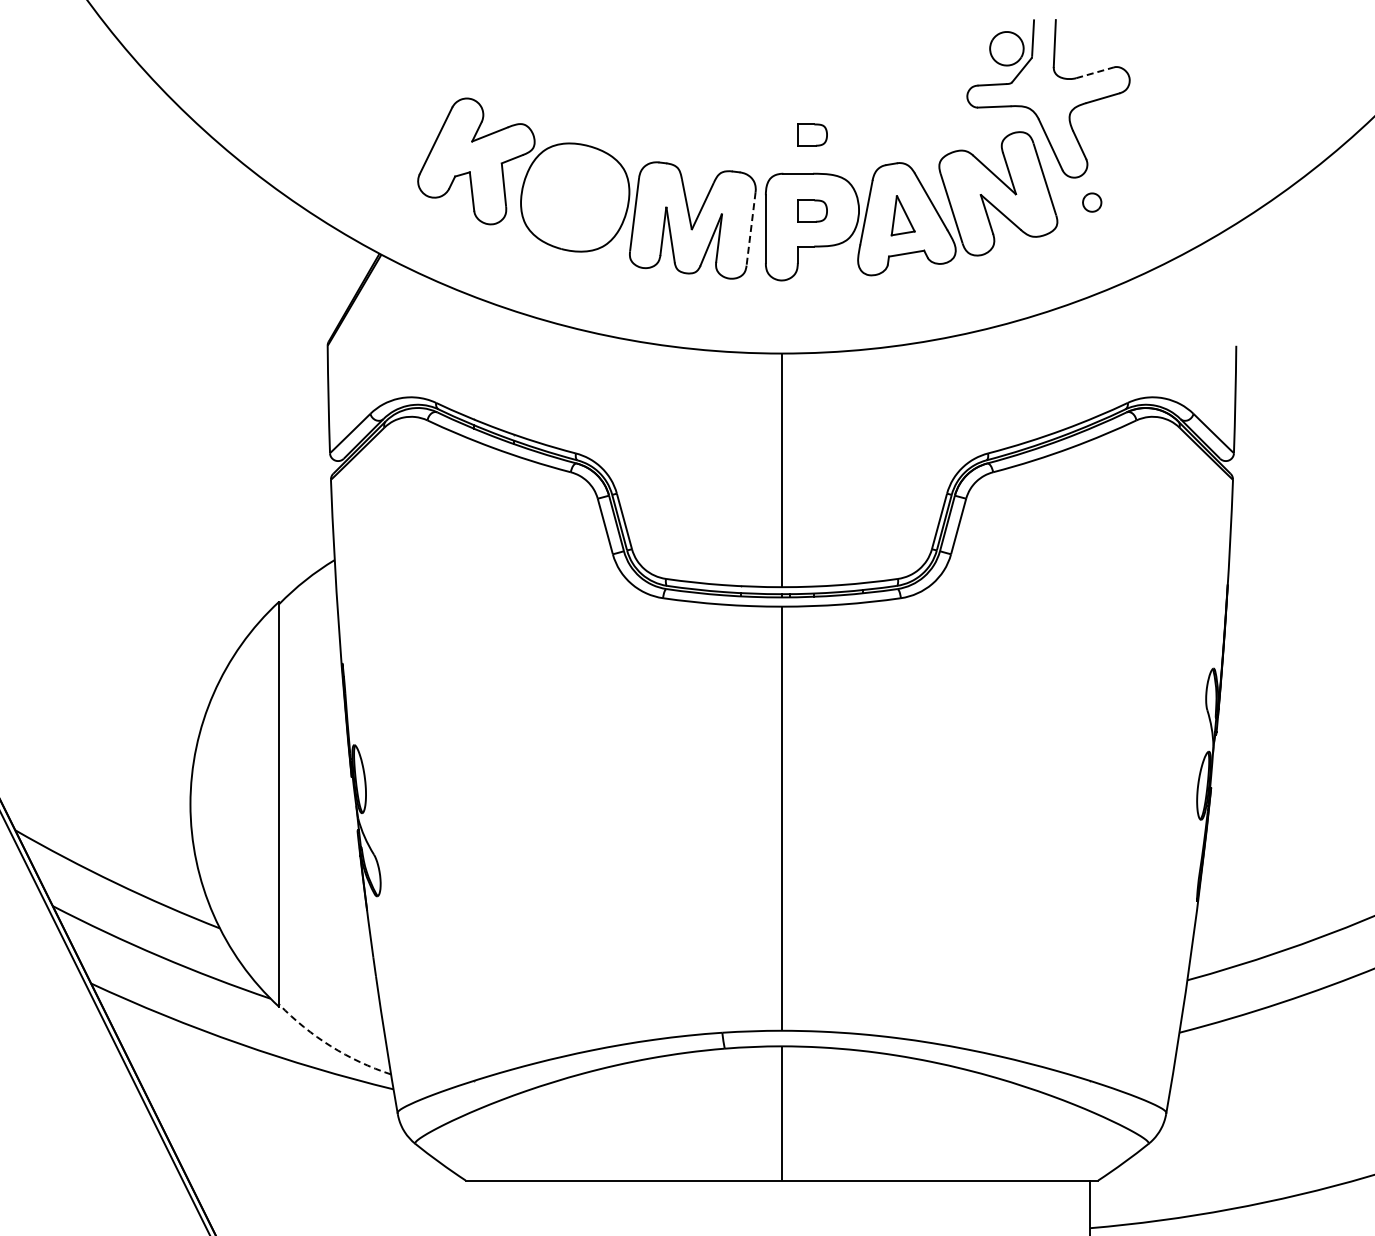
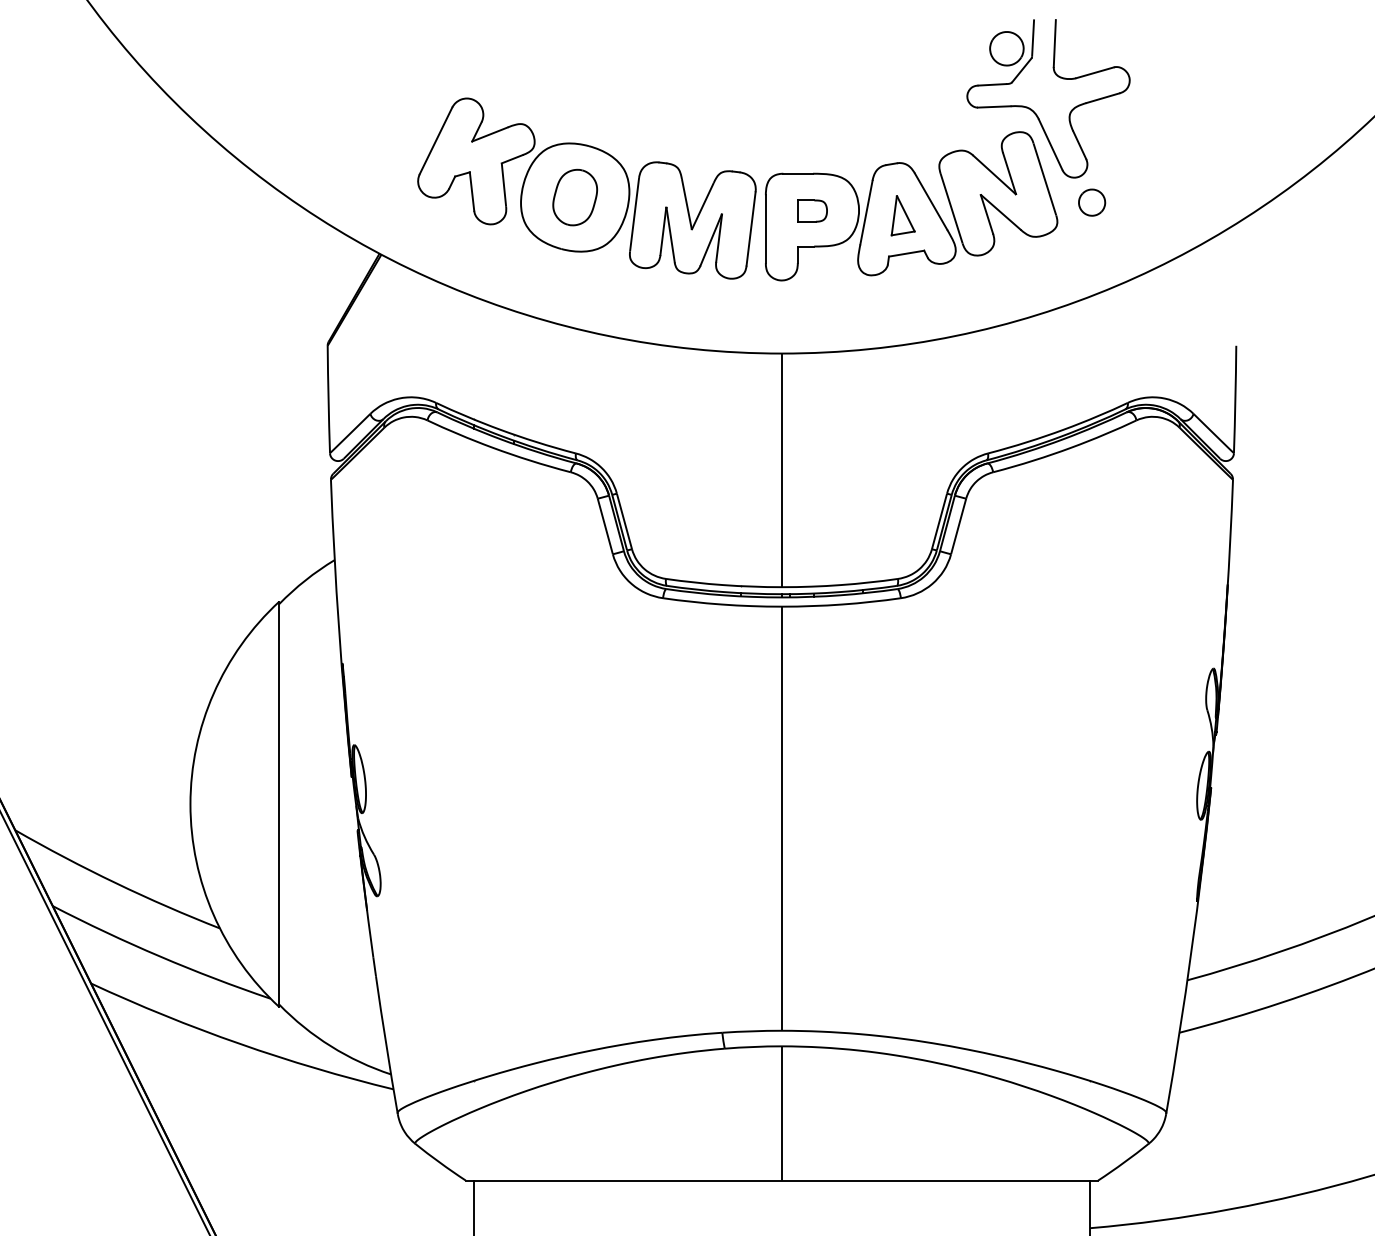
line at (1095, 72): dashed -> solid
part at (812, 134): present -> none
part at (575, 197): none -> present
part at (1092, 202) size: 21x21 px -> 29x29 px
line at (751, 228): dashed -> solid
arc at (330, 1046): dashed -> solid
line at (473, 1206): none -> present
